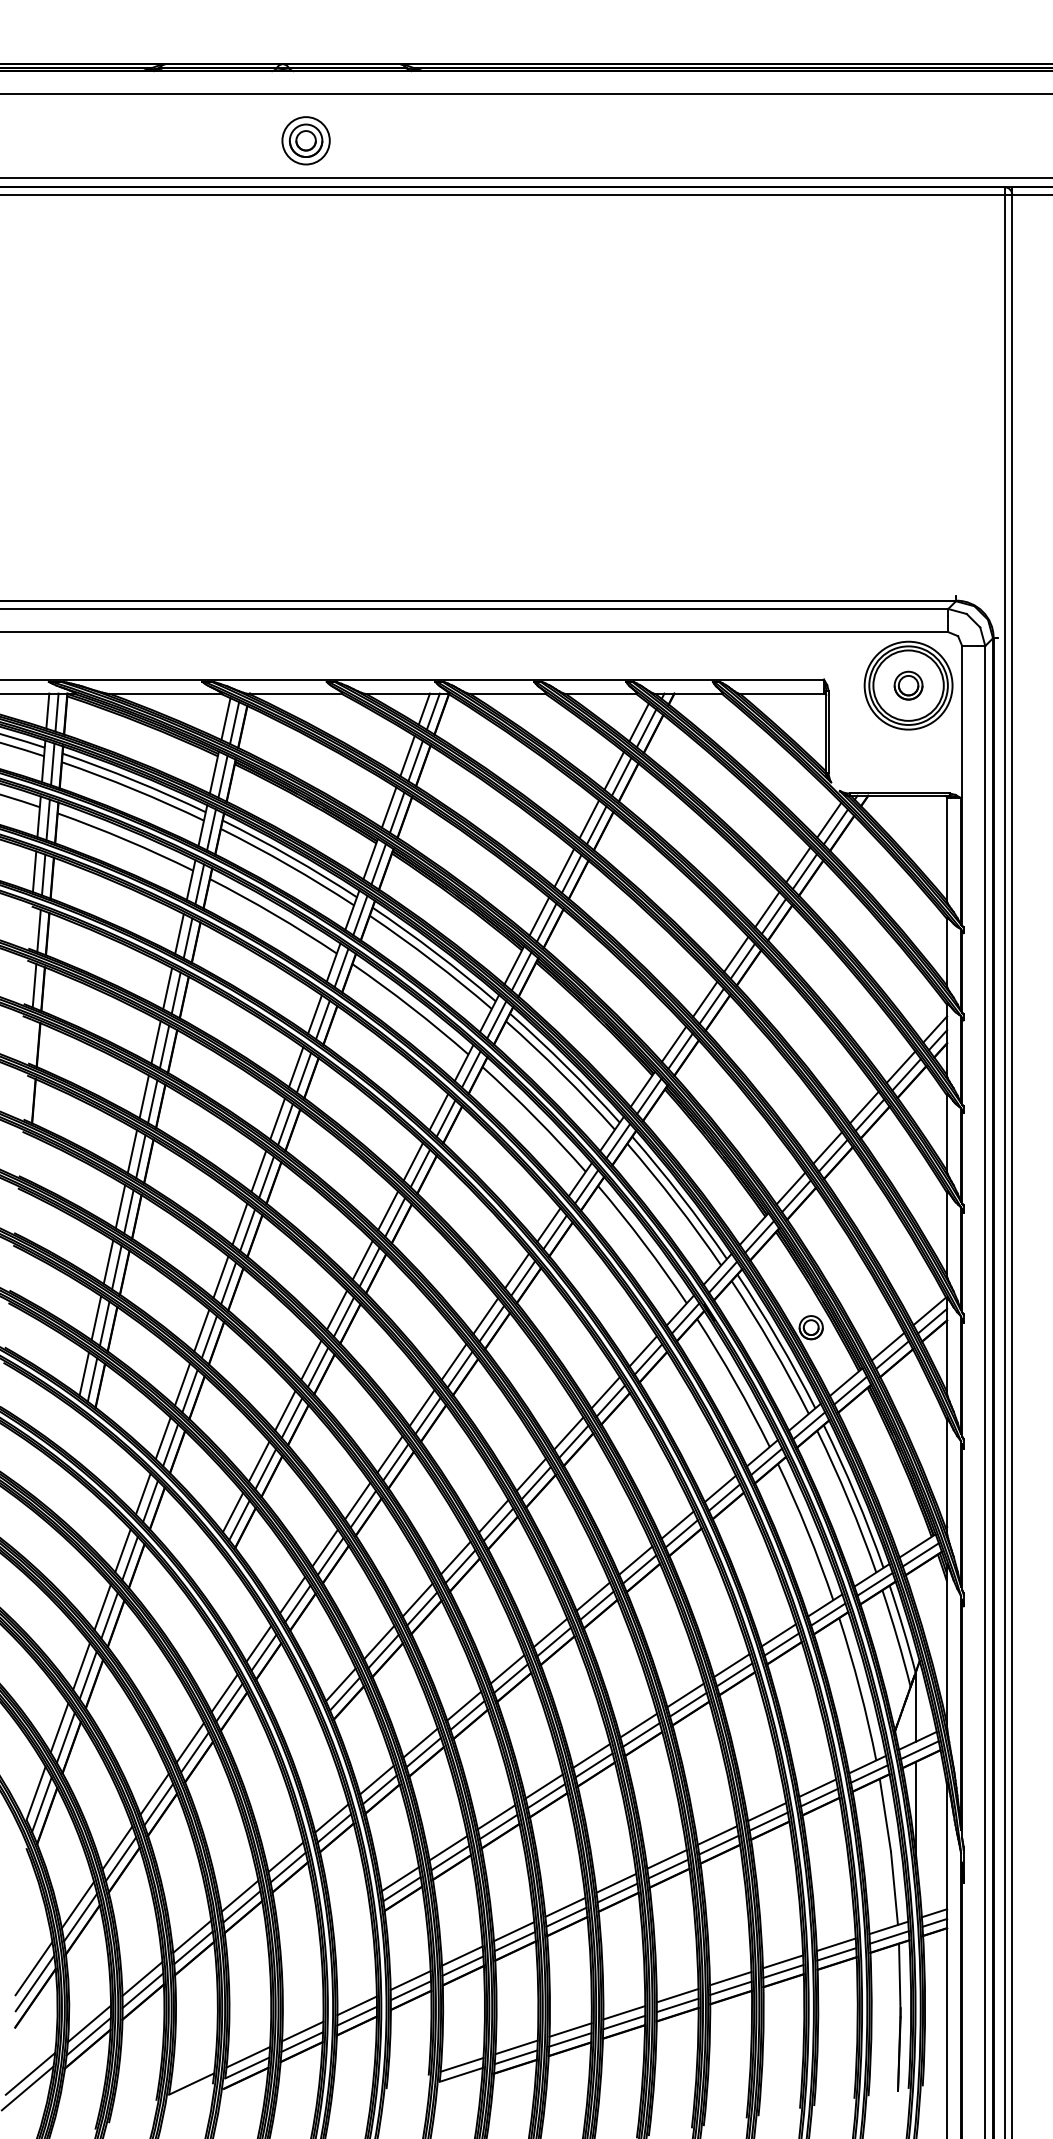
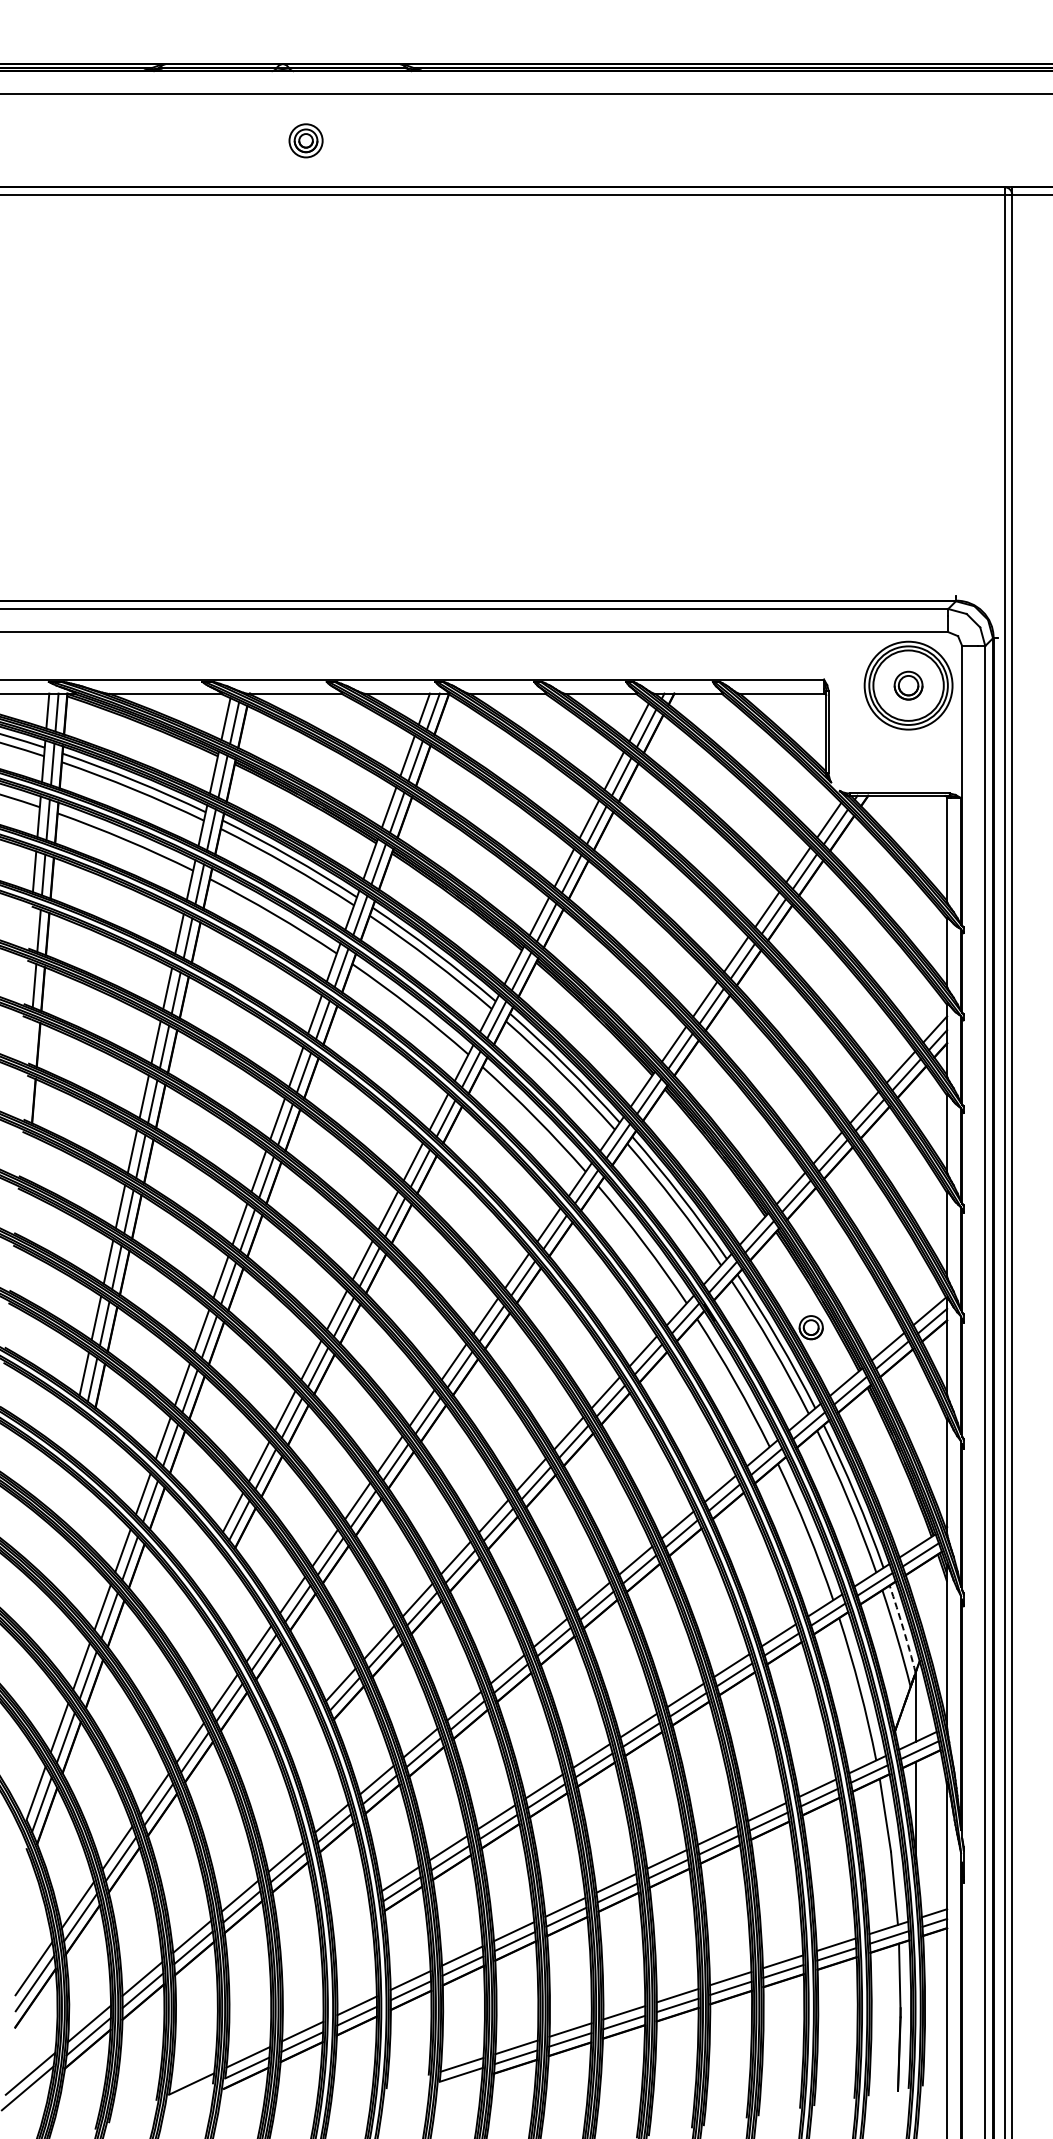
part at (305, 140) size: 50x50 px -> 36x36 px
line at (525, 177): present -> none
arc at (903, 1628): solid -> dashed
